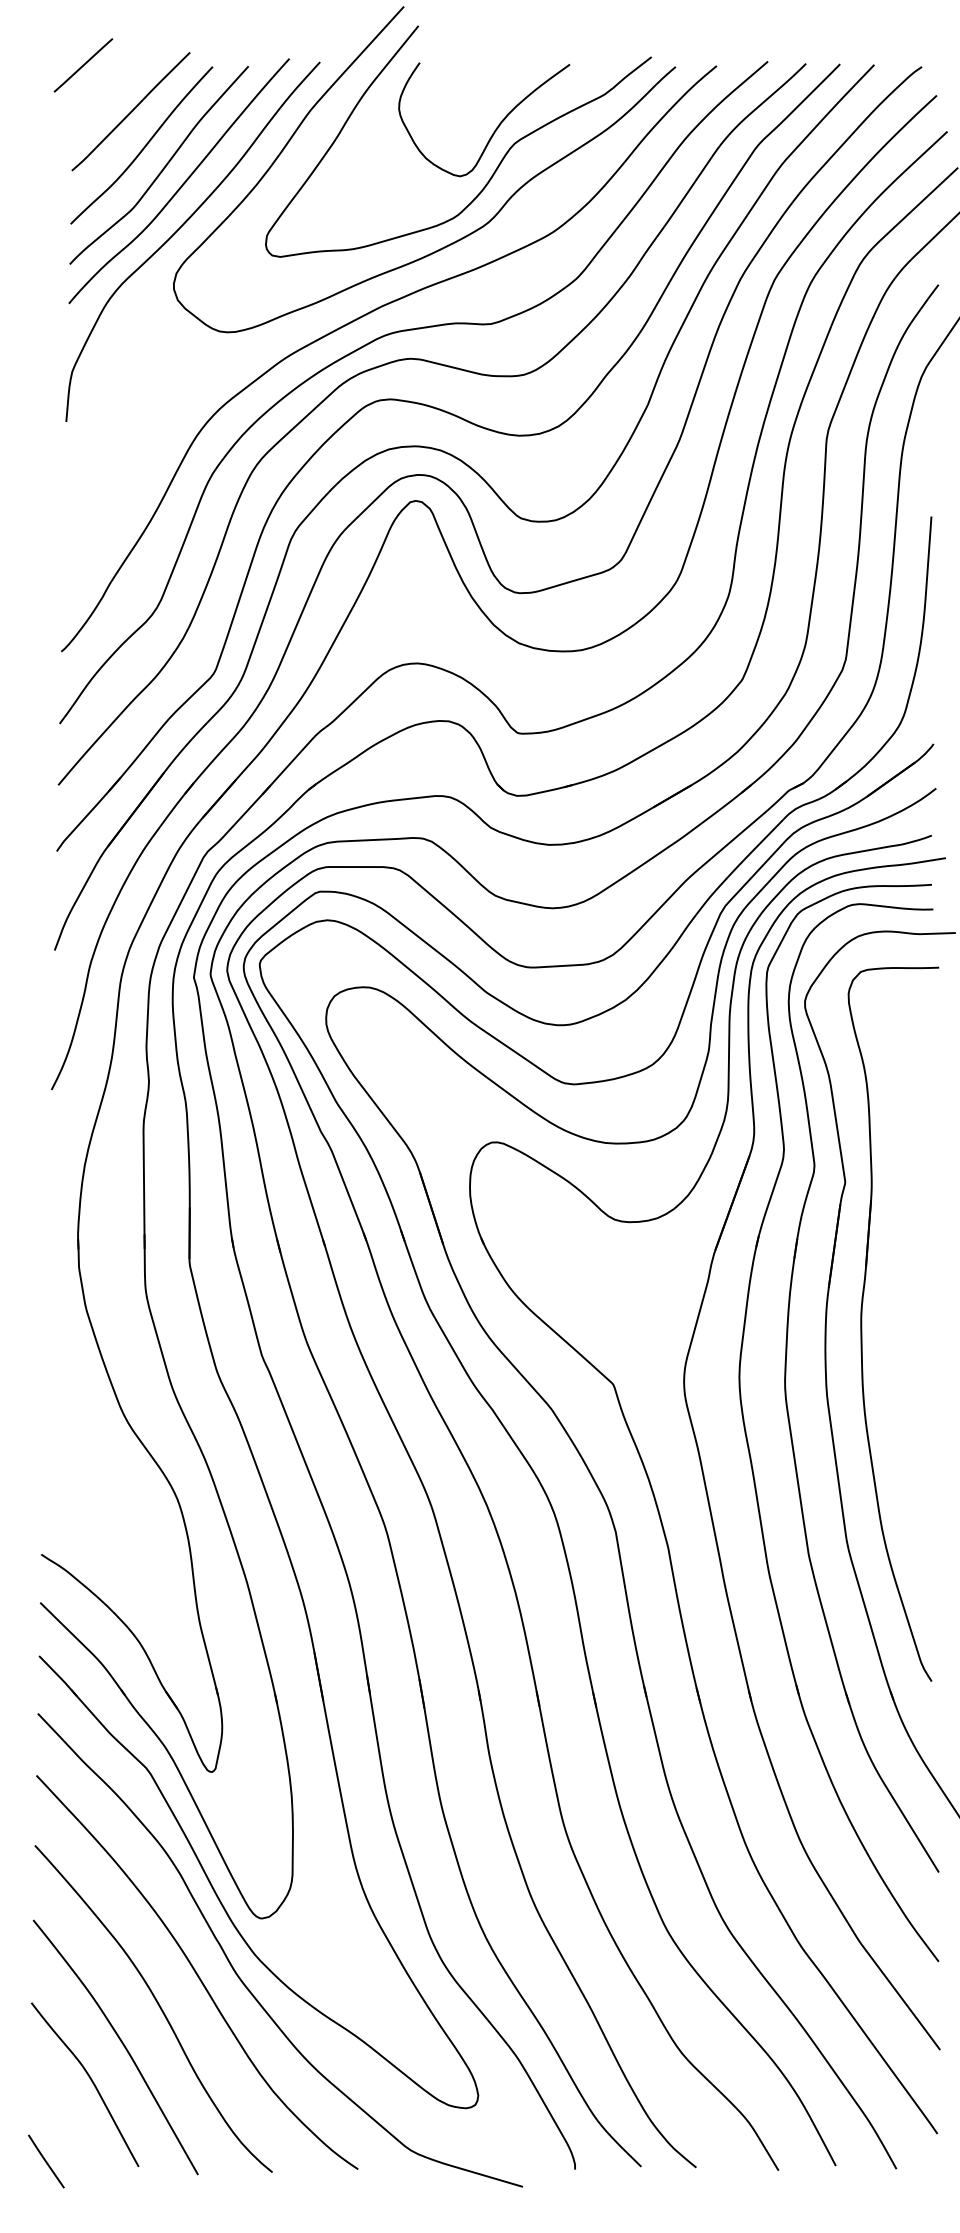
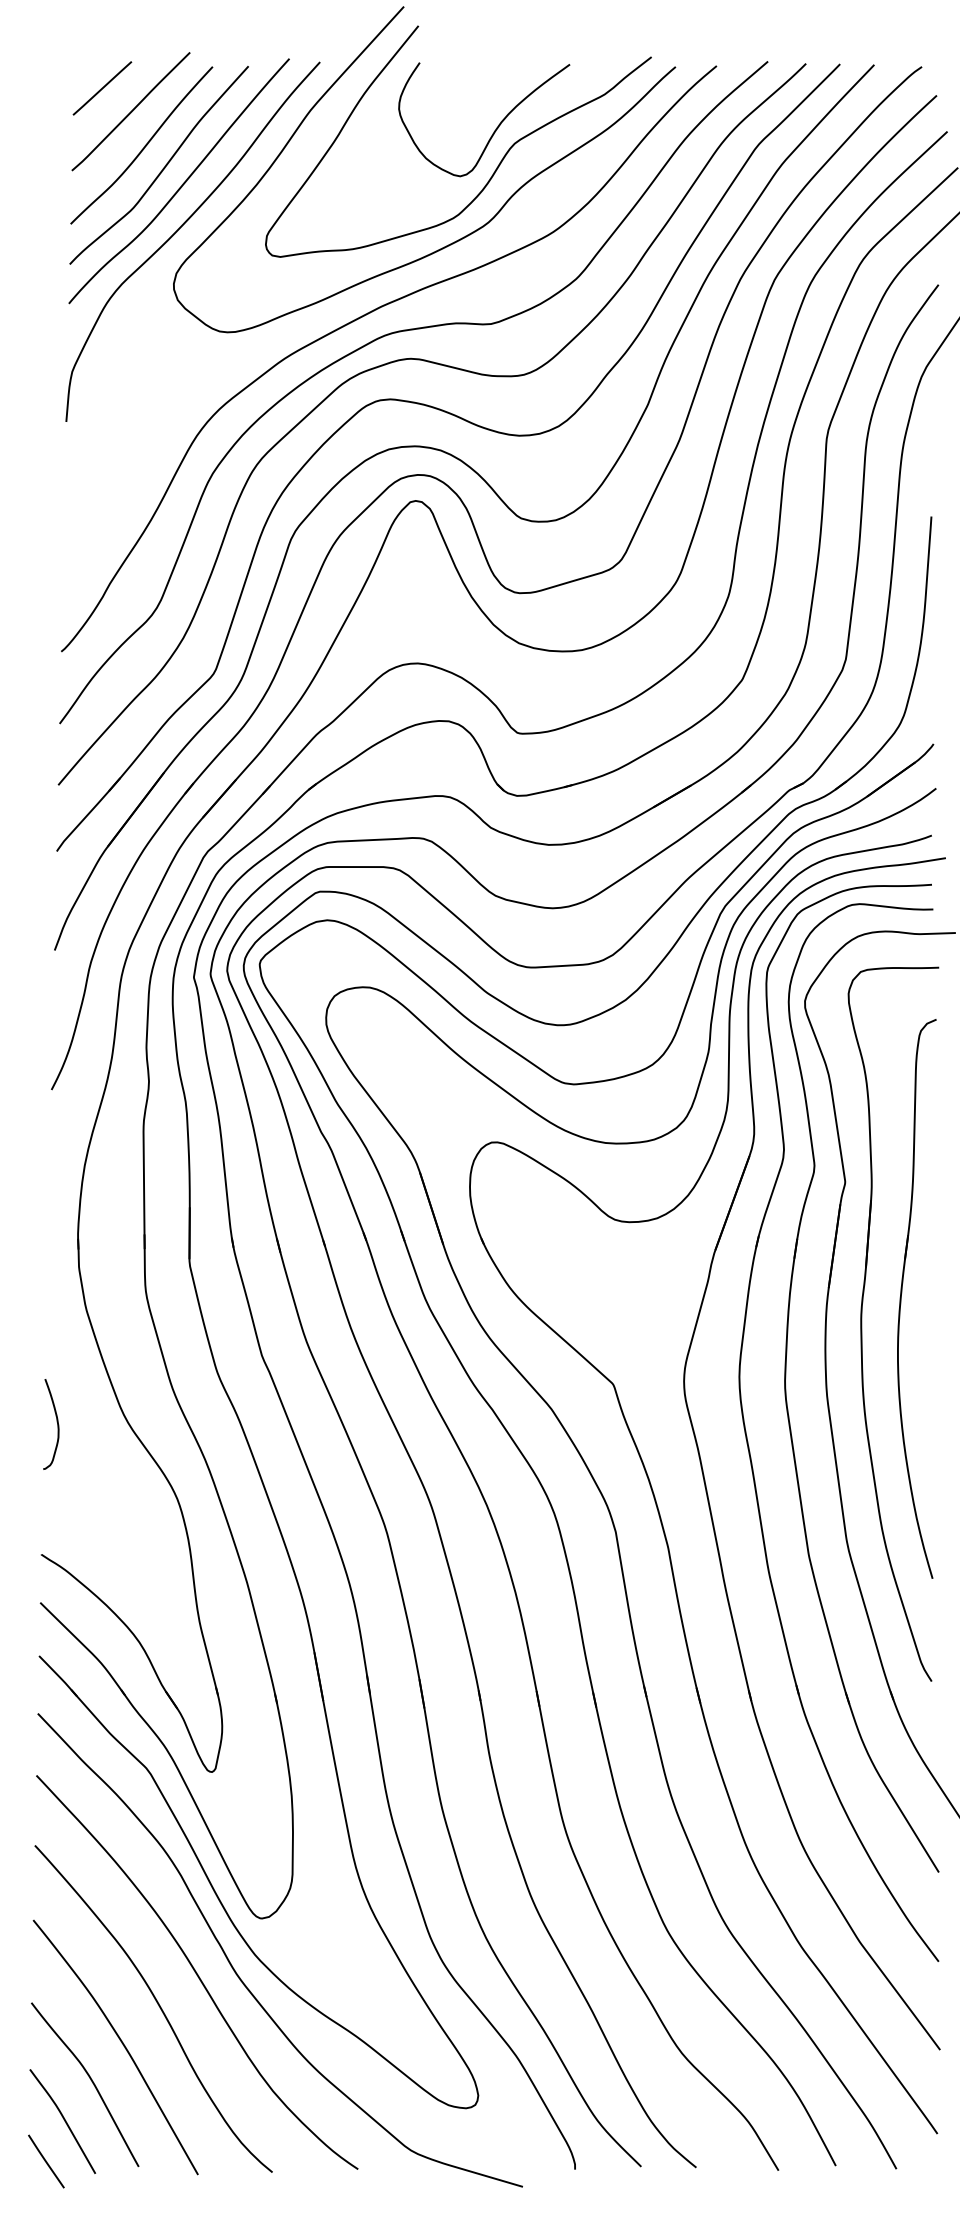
line at (83, 65) position: (83, 65) -> (102, 88)
part at (902, 1293): none -> present
curve at (56, 1422): none -> present
curve at (64, 2121): none -> present
